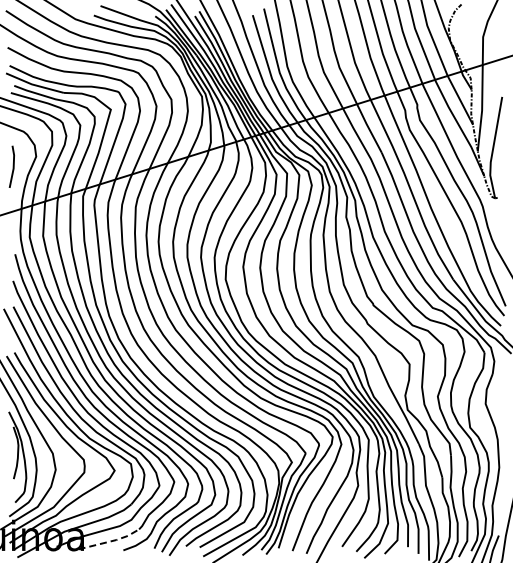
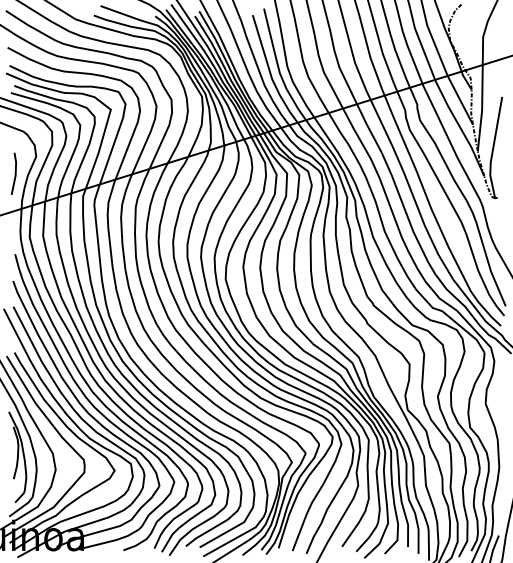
line at (12, 166) position: (12, 166) -> (14, 173)
line at (111, 541): dashed -> solid
